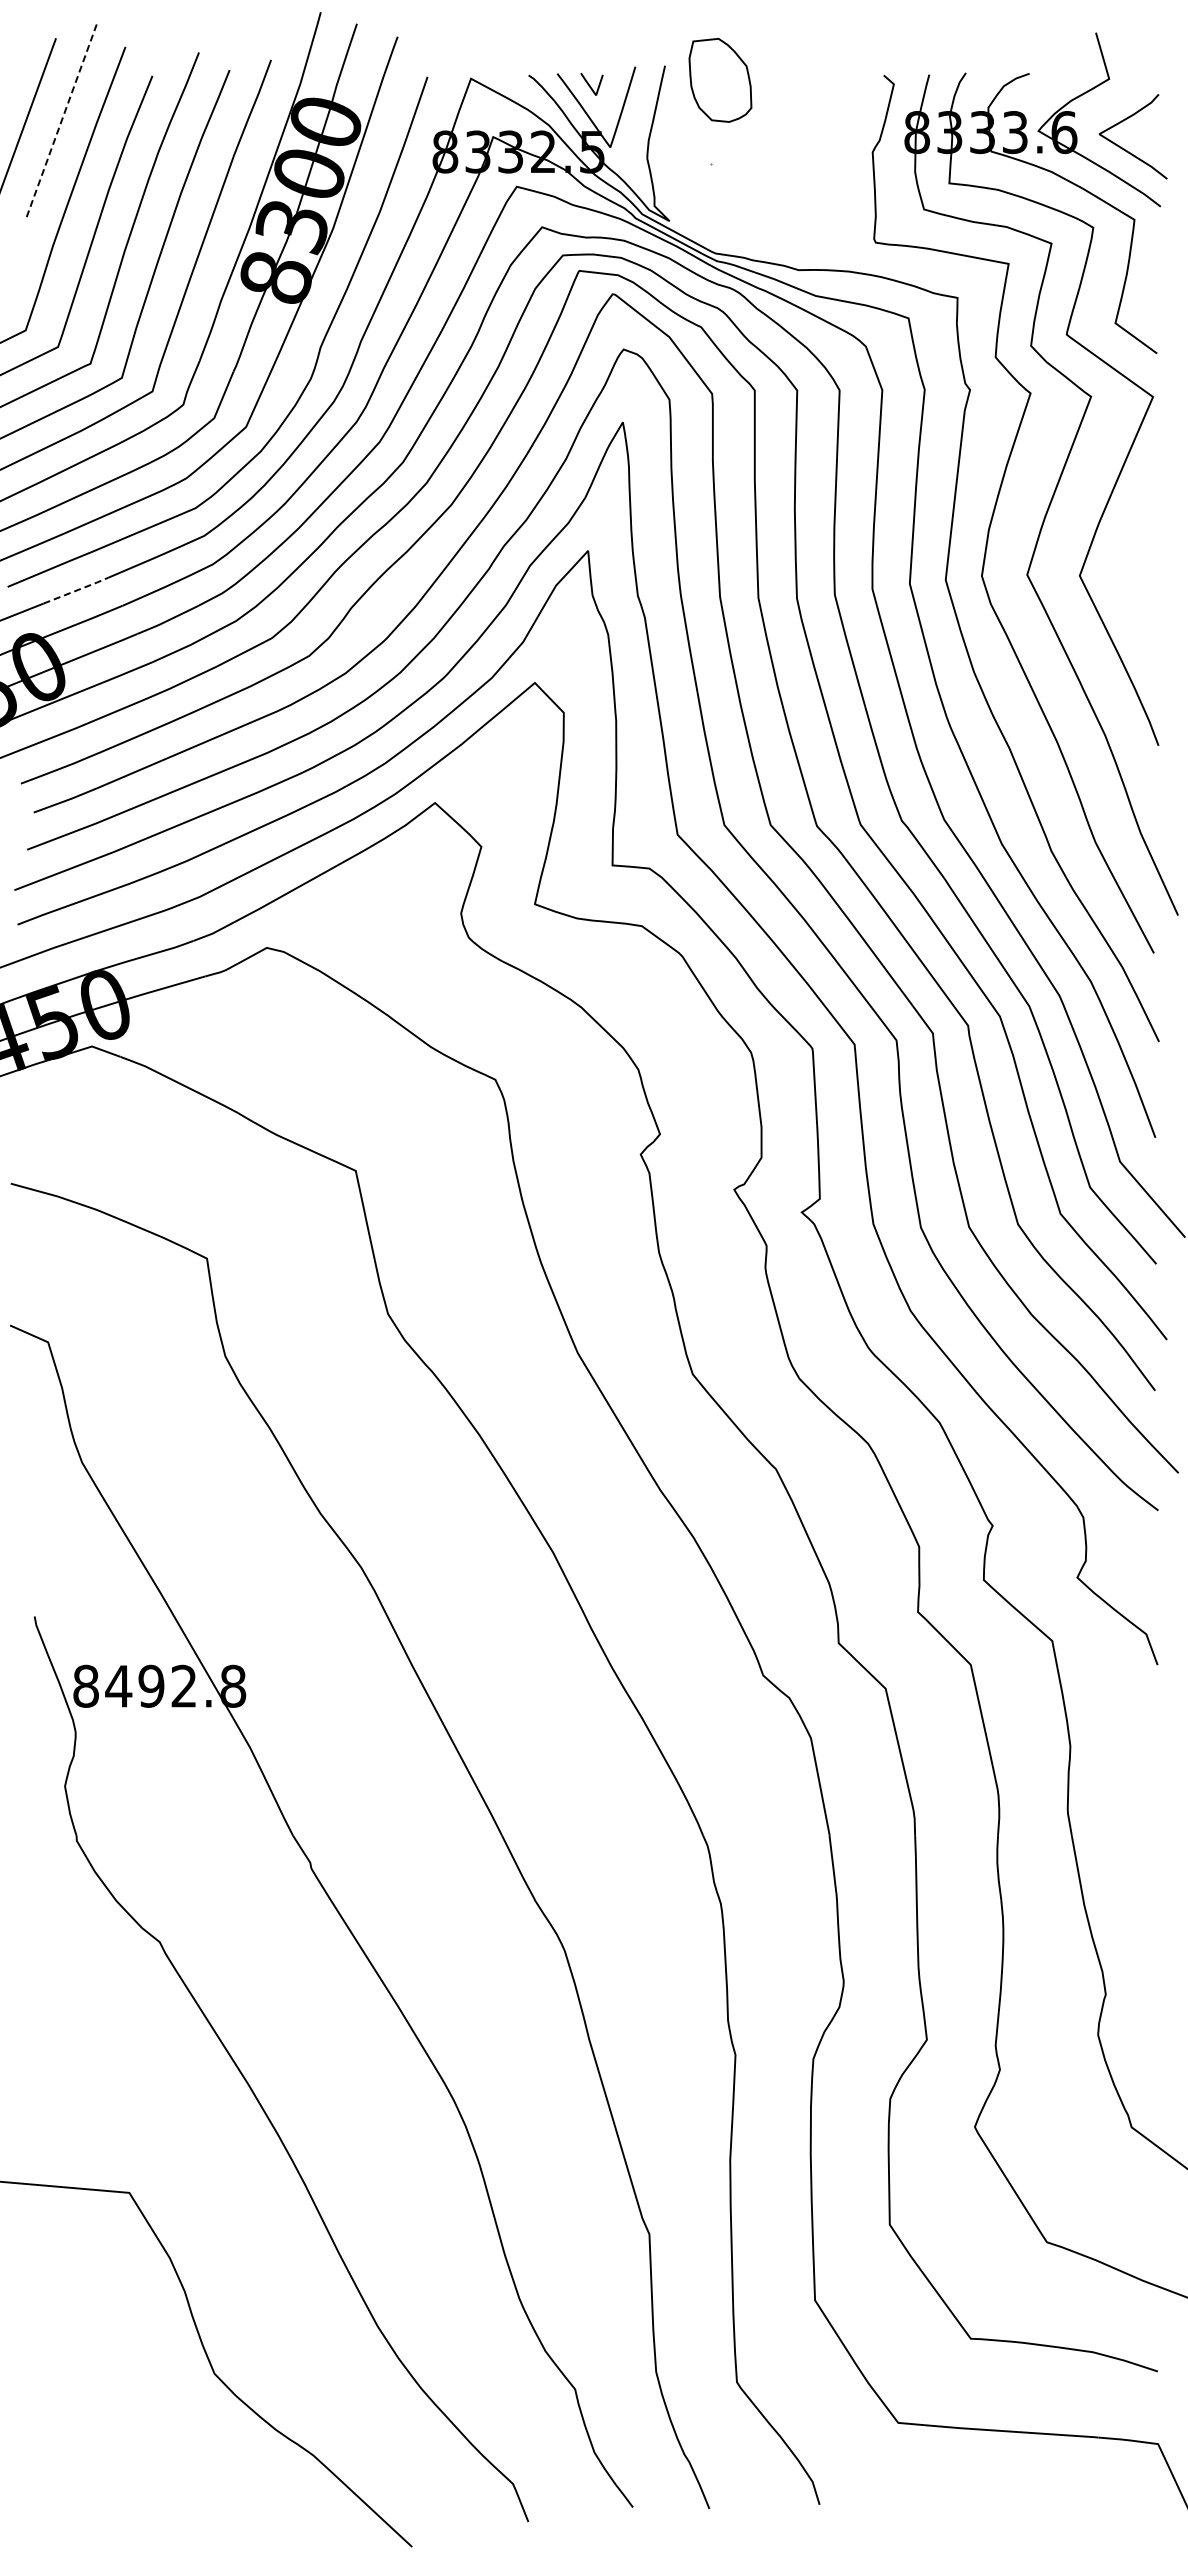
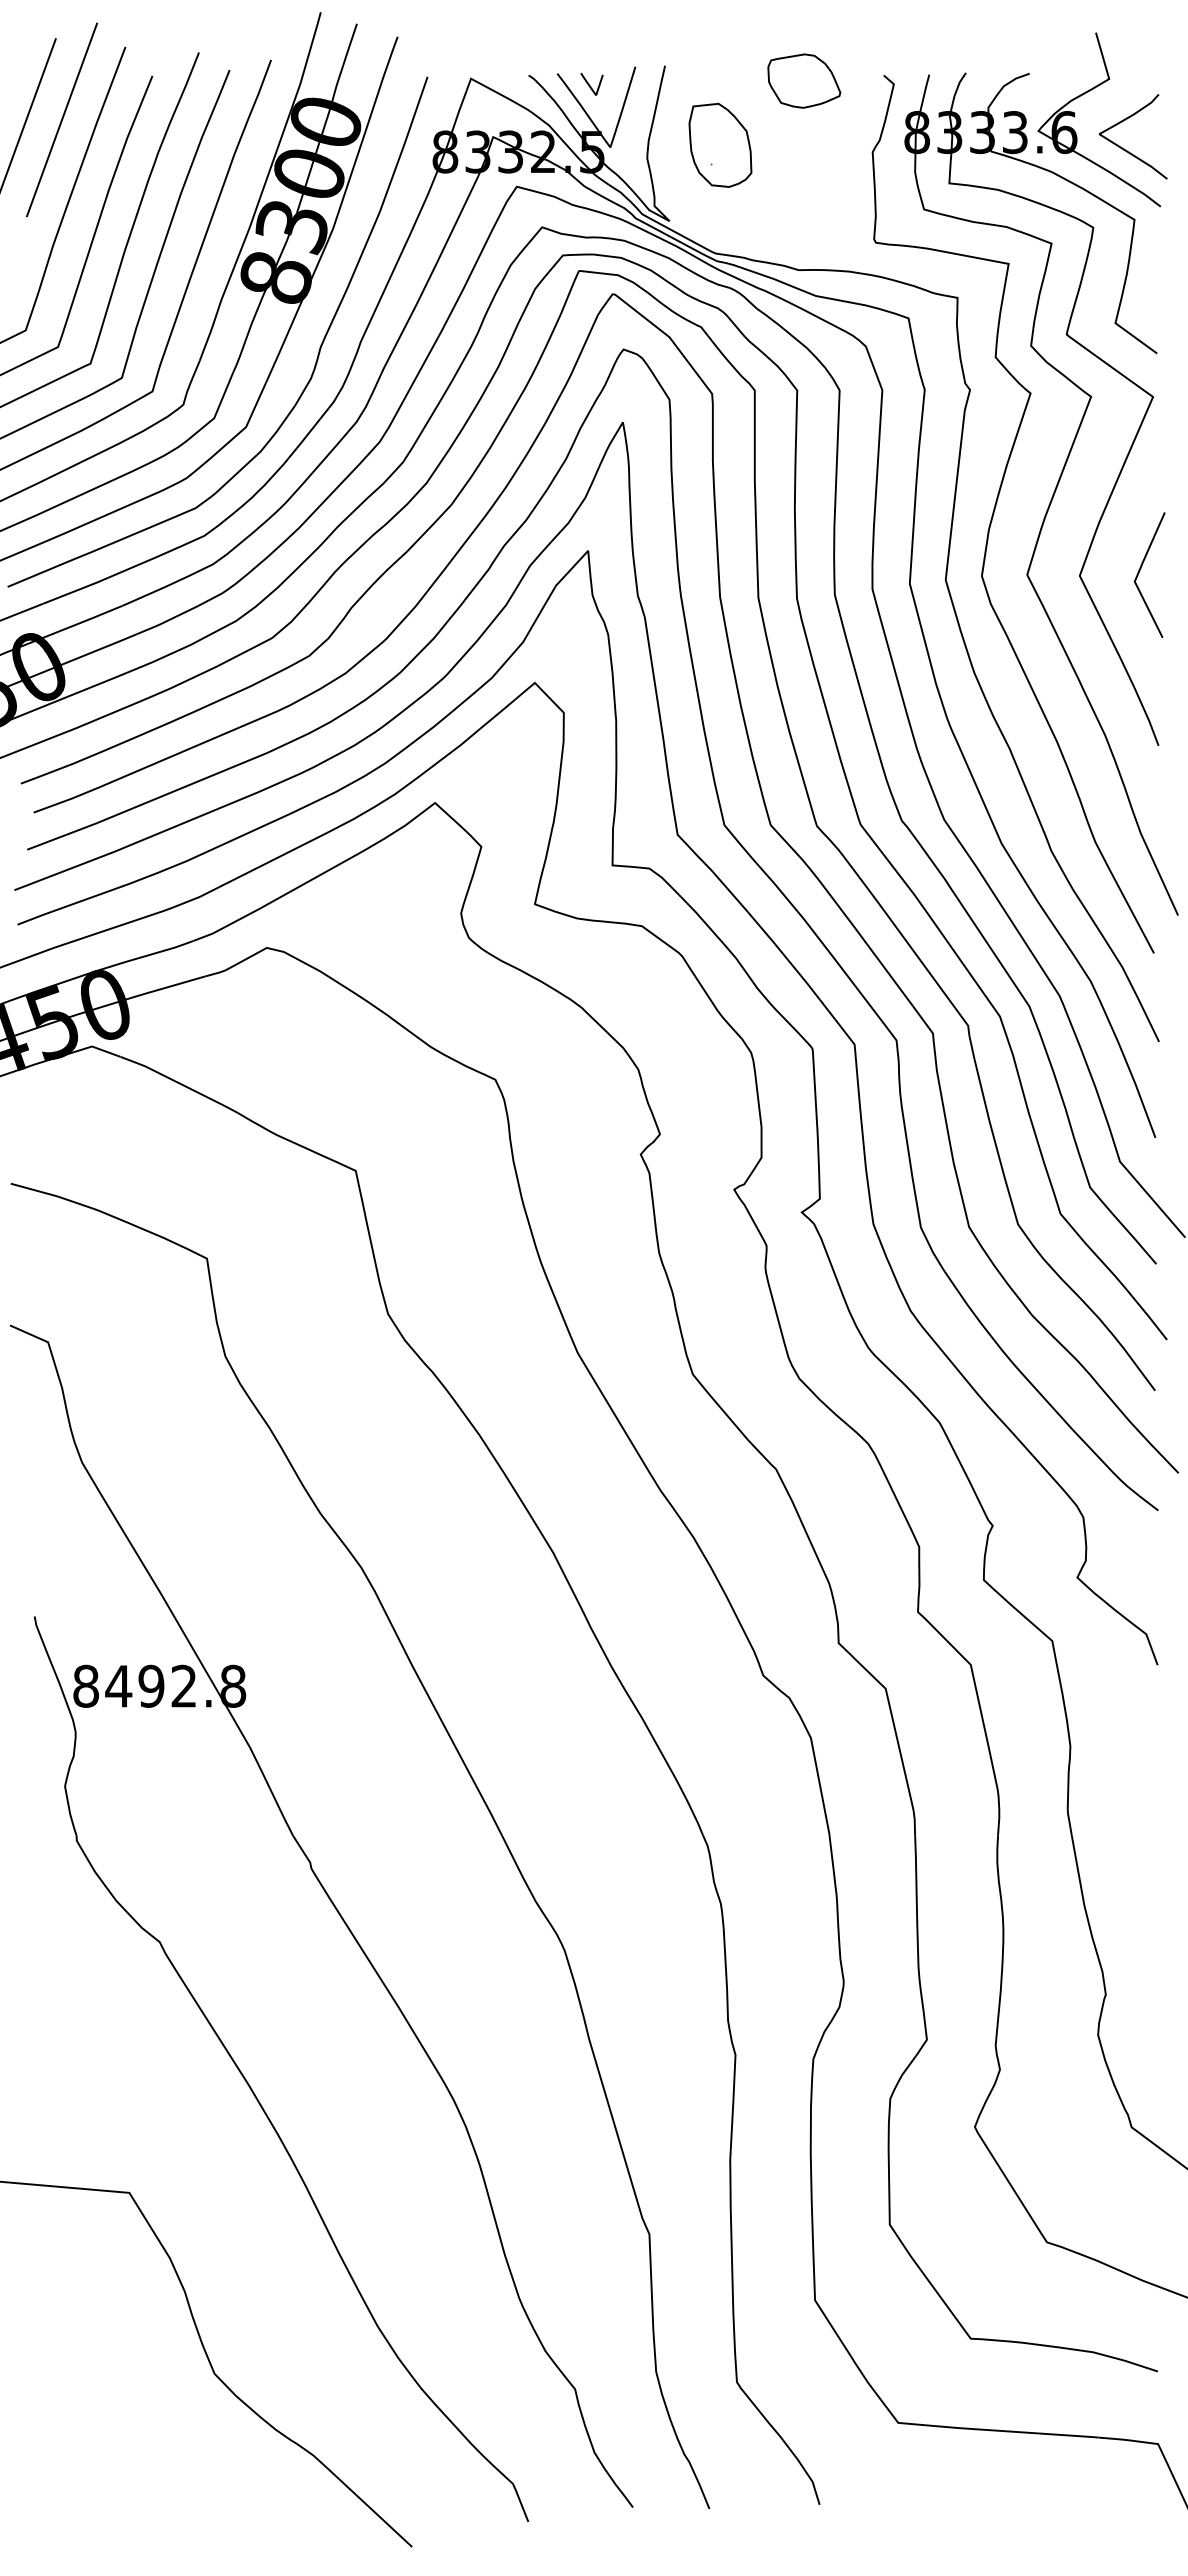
part at (720, 79) position: (720, 79) -> (720, 144)
part at (804, 80): none -> present
line at (62, 119): dashed -> solid
line at (1140, 571): none -> present
line at (76, 590): dashed -> solid
